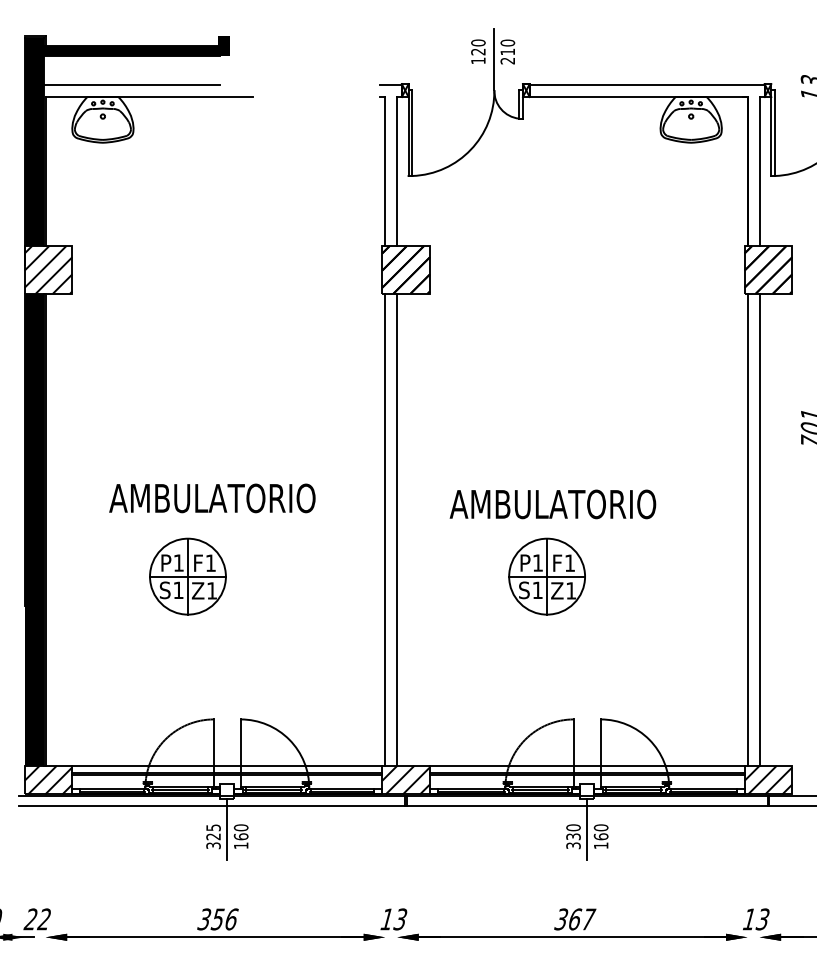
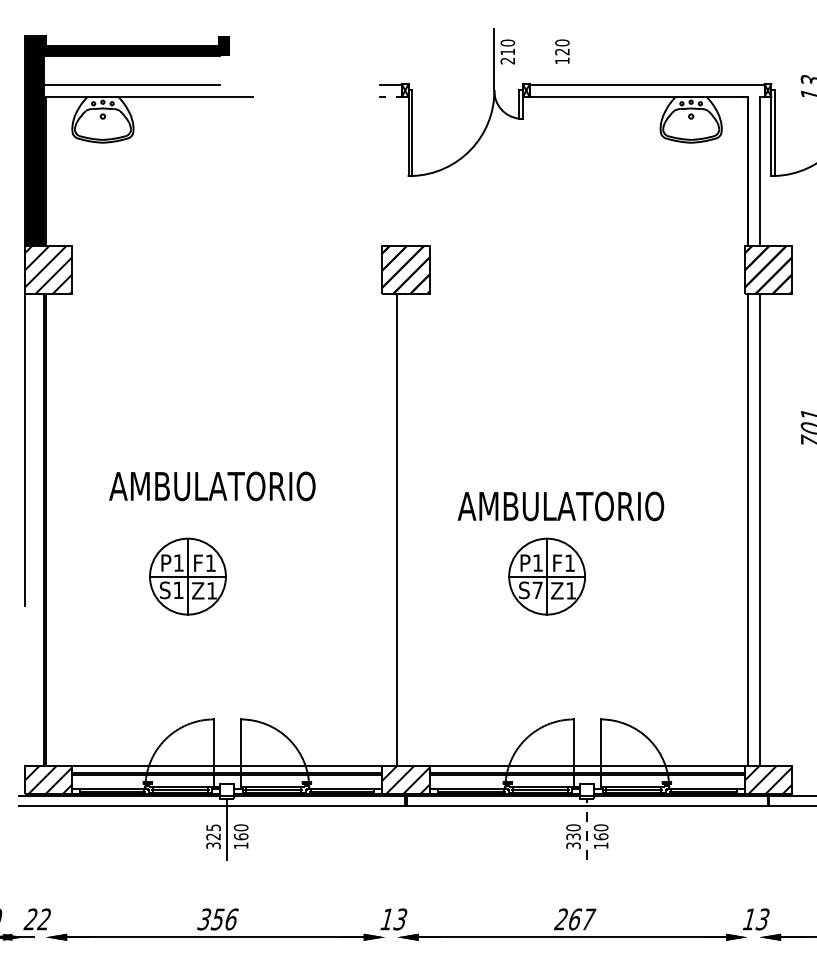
text at (478, 51) position: (478, 51) -> (562, 51)
line at (385, 171): present -> none
line at (397, 171): present -> none
text at (212, 498) position: (212, 498) -> (212, 486)
text at (552, 504) position: (552, 504) -> (560, 506)
fill at (33, 529): present -> none
line at (385, 529): present -> none
text at (537, 589): S1 -> S7
line at (587, 829): solid -> dashed
text at (561, 919): 367 -> 267
